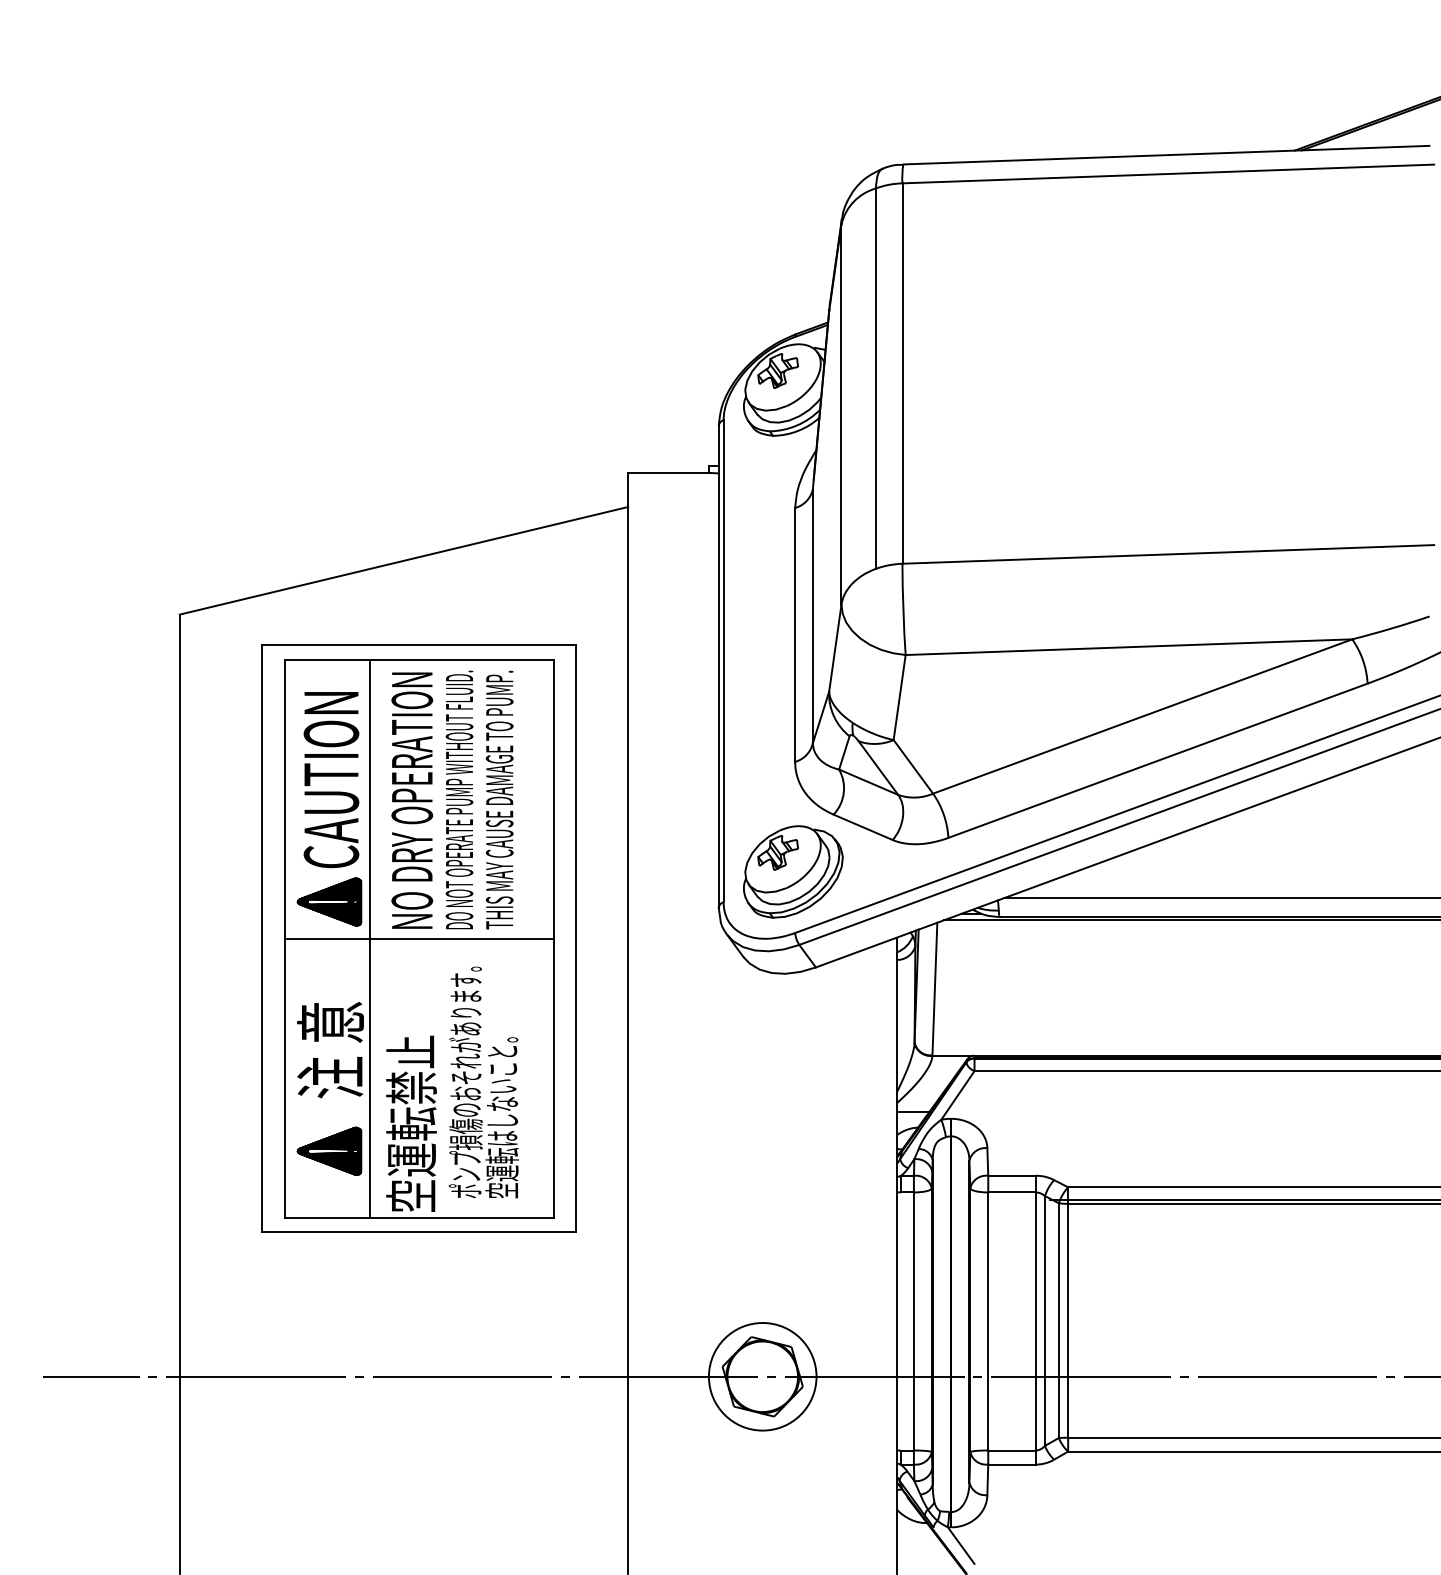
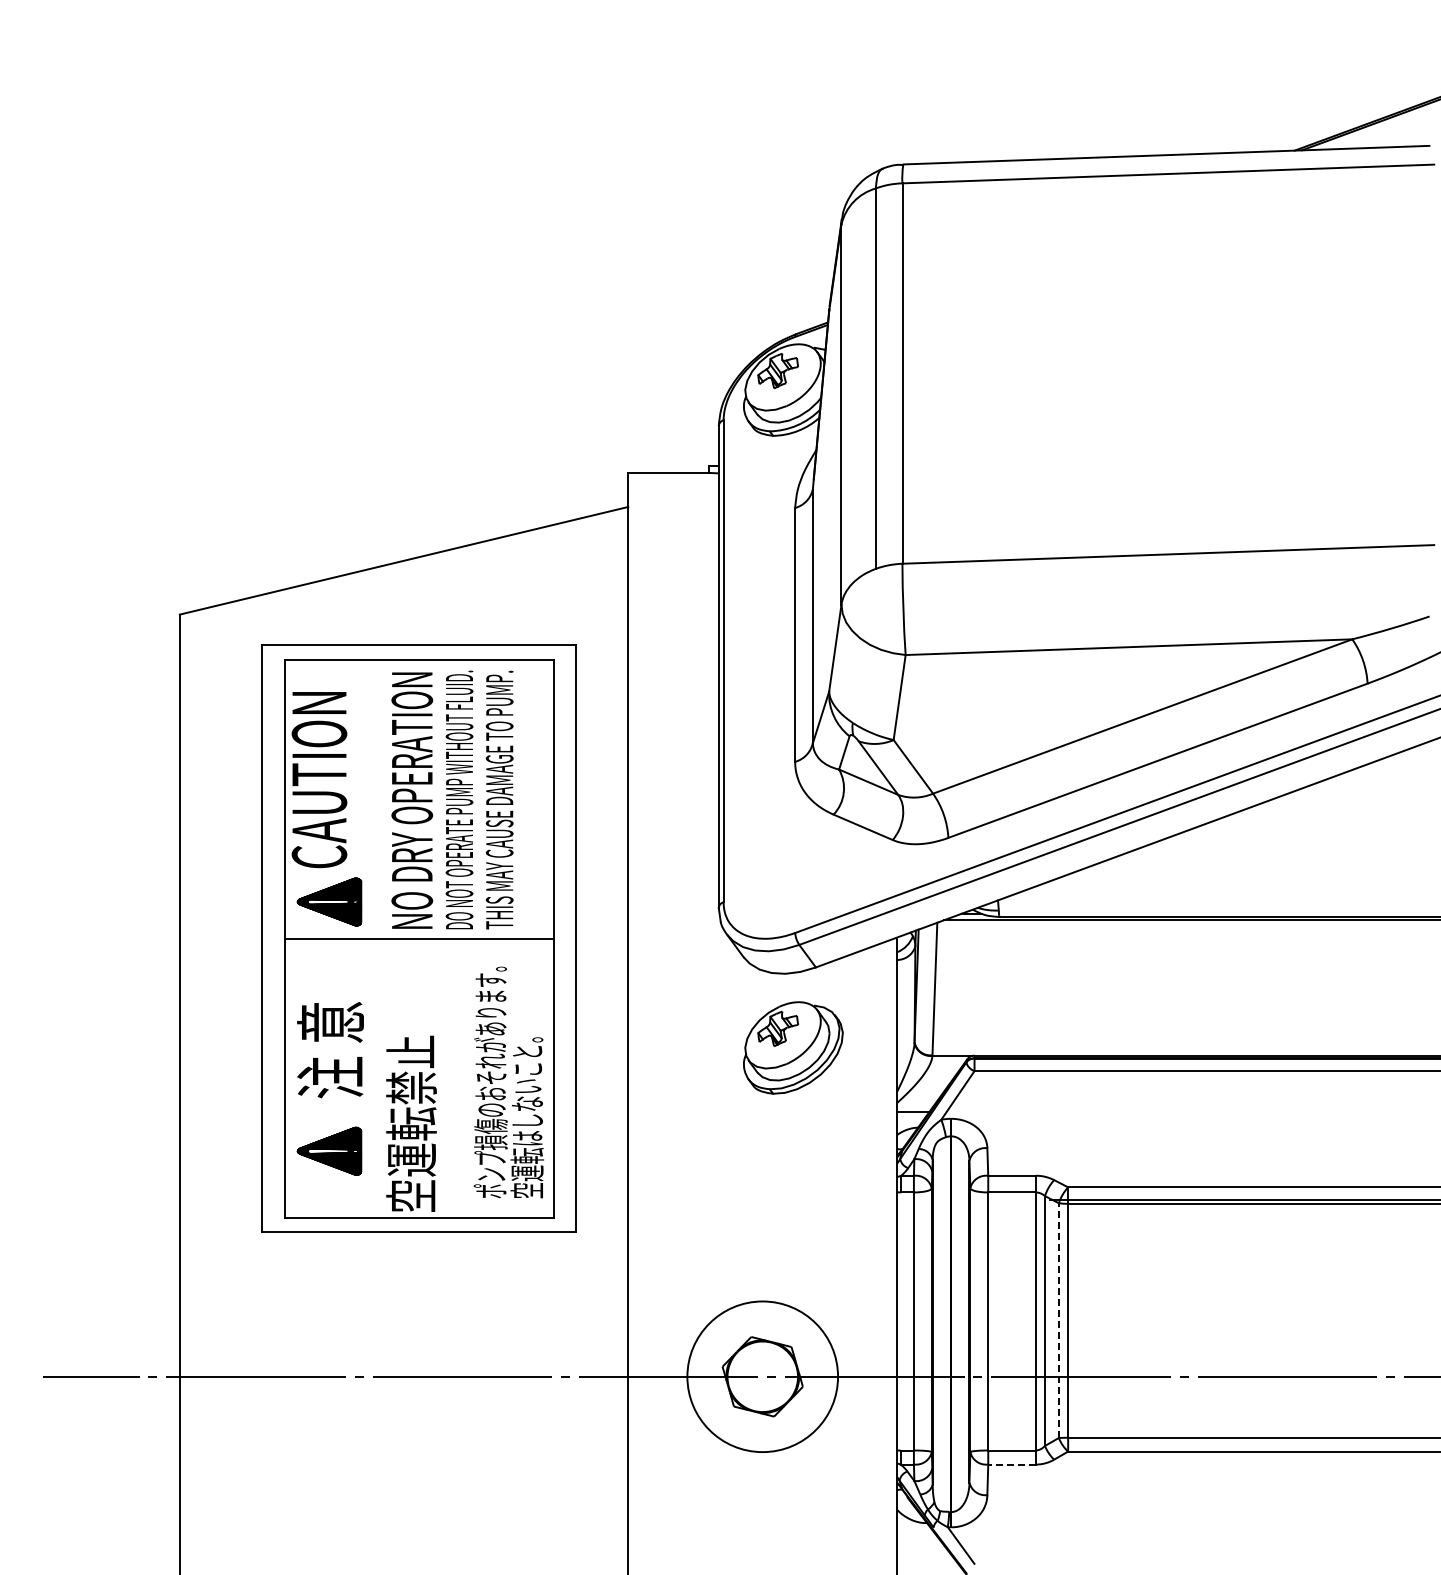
text at (331, 780) position: (331, 780) -> (319, 780)
part at (793, 871) position: (793, 871) -> (793, 1047)
line at (1220, 898): present -> none
line at (369, 938): present -> none
text at (483, 1082) position: (483, 1082) -> (508, 1082)
line at (1058, 1320): solid -> dashed
circle at (762, 1376) diameter: 108 px -> 151 px
line at (1012, 1464): solid -> dashed
